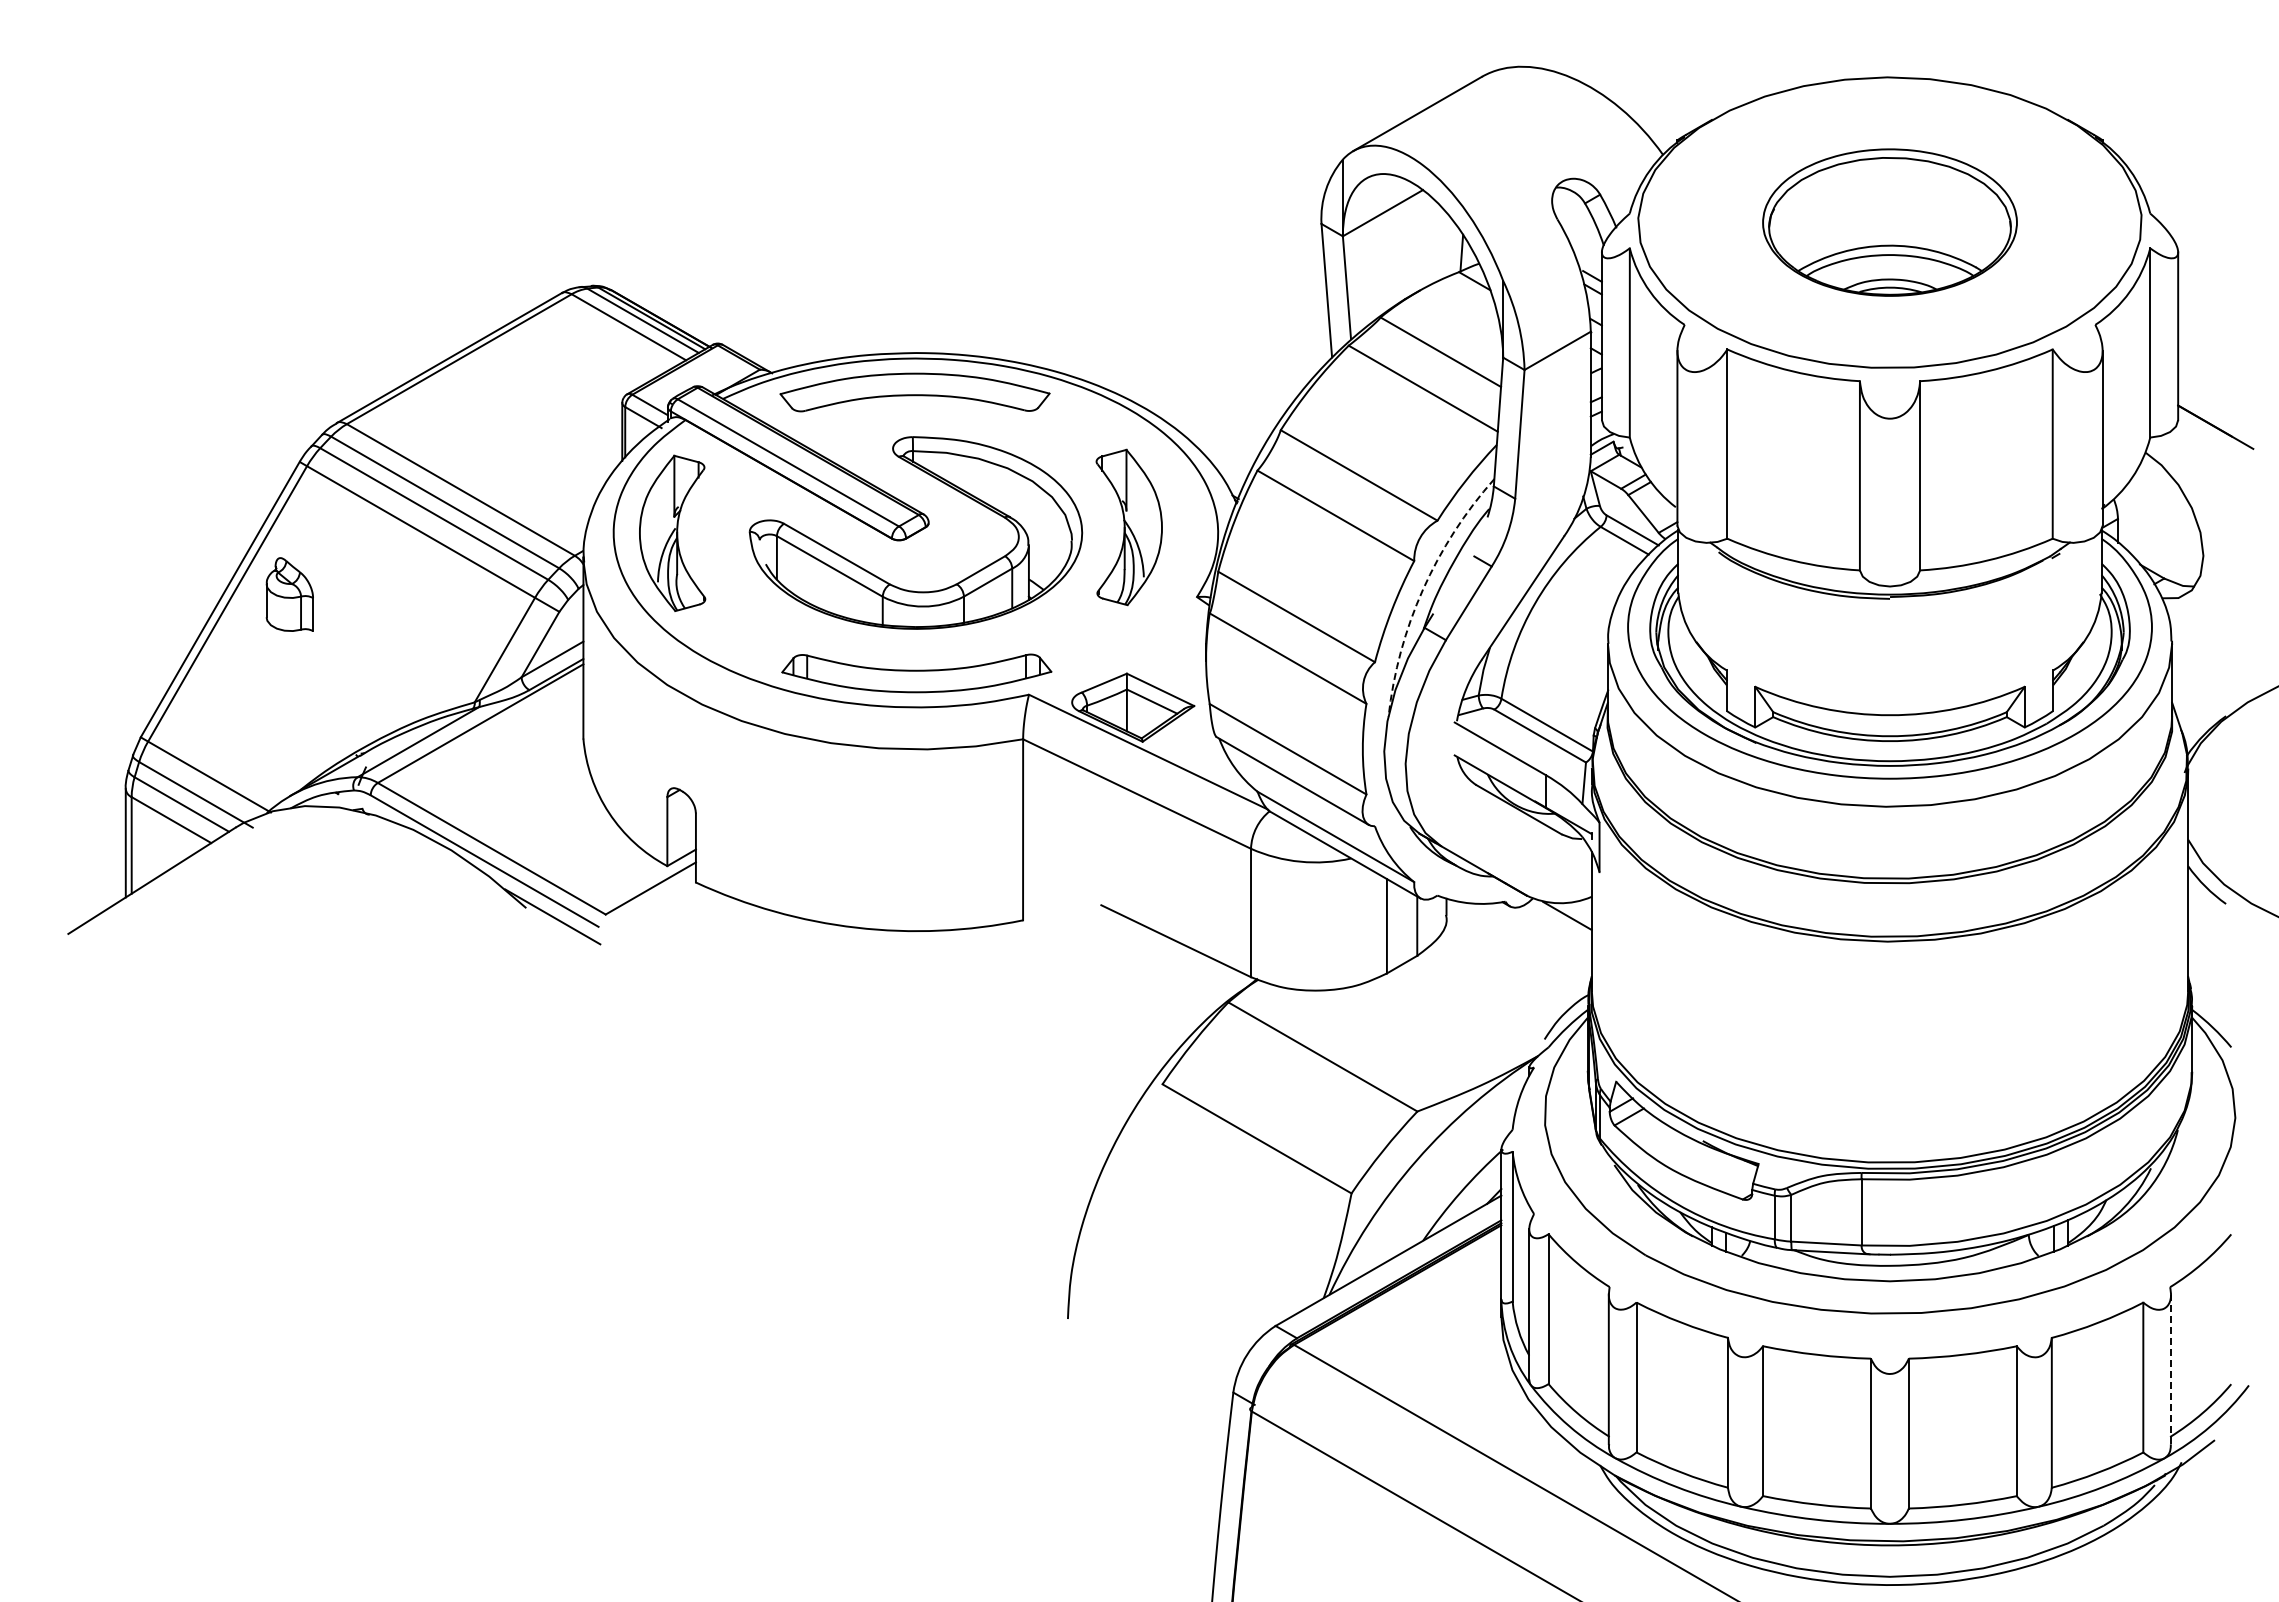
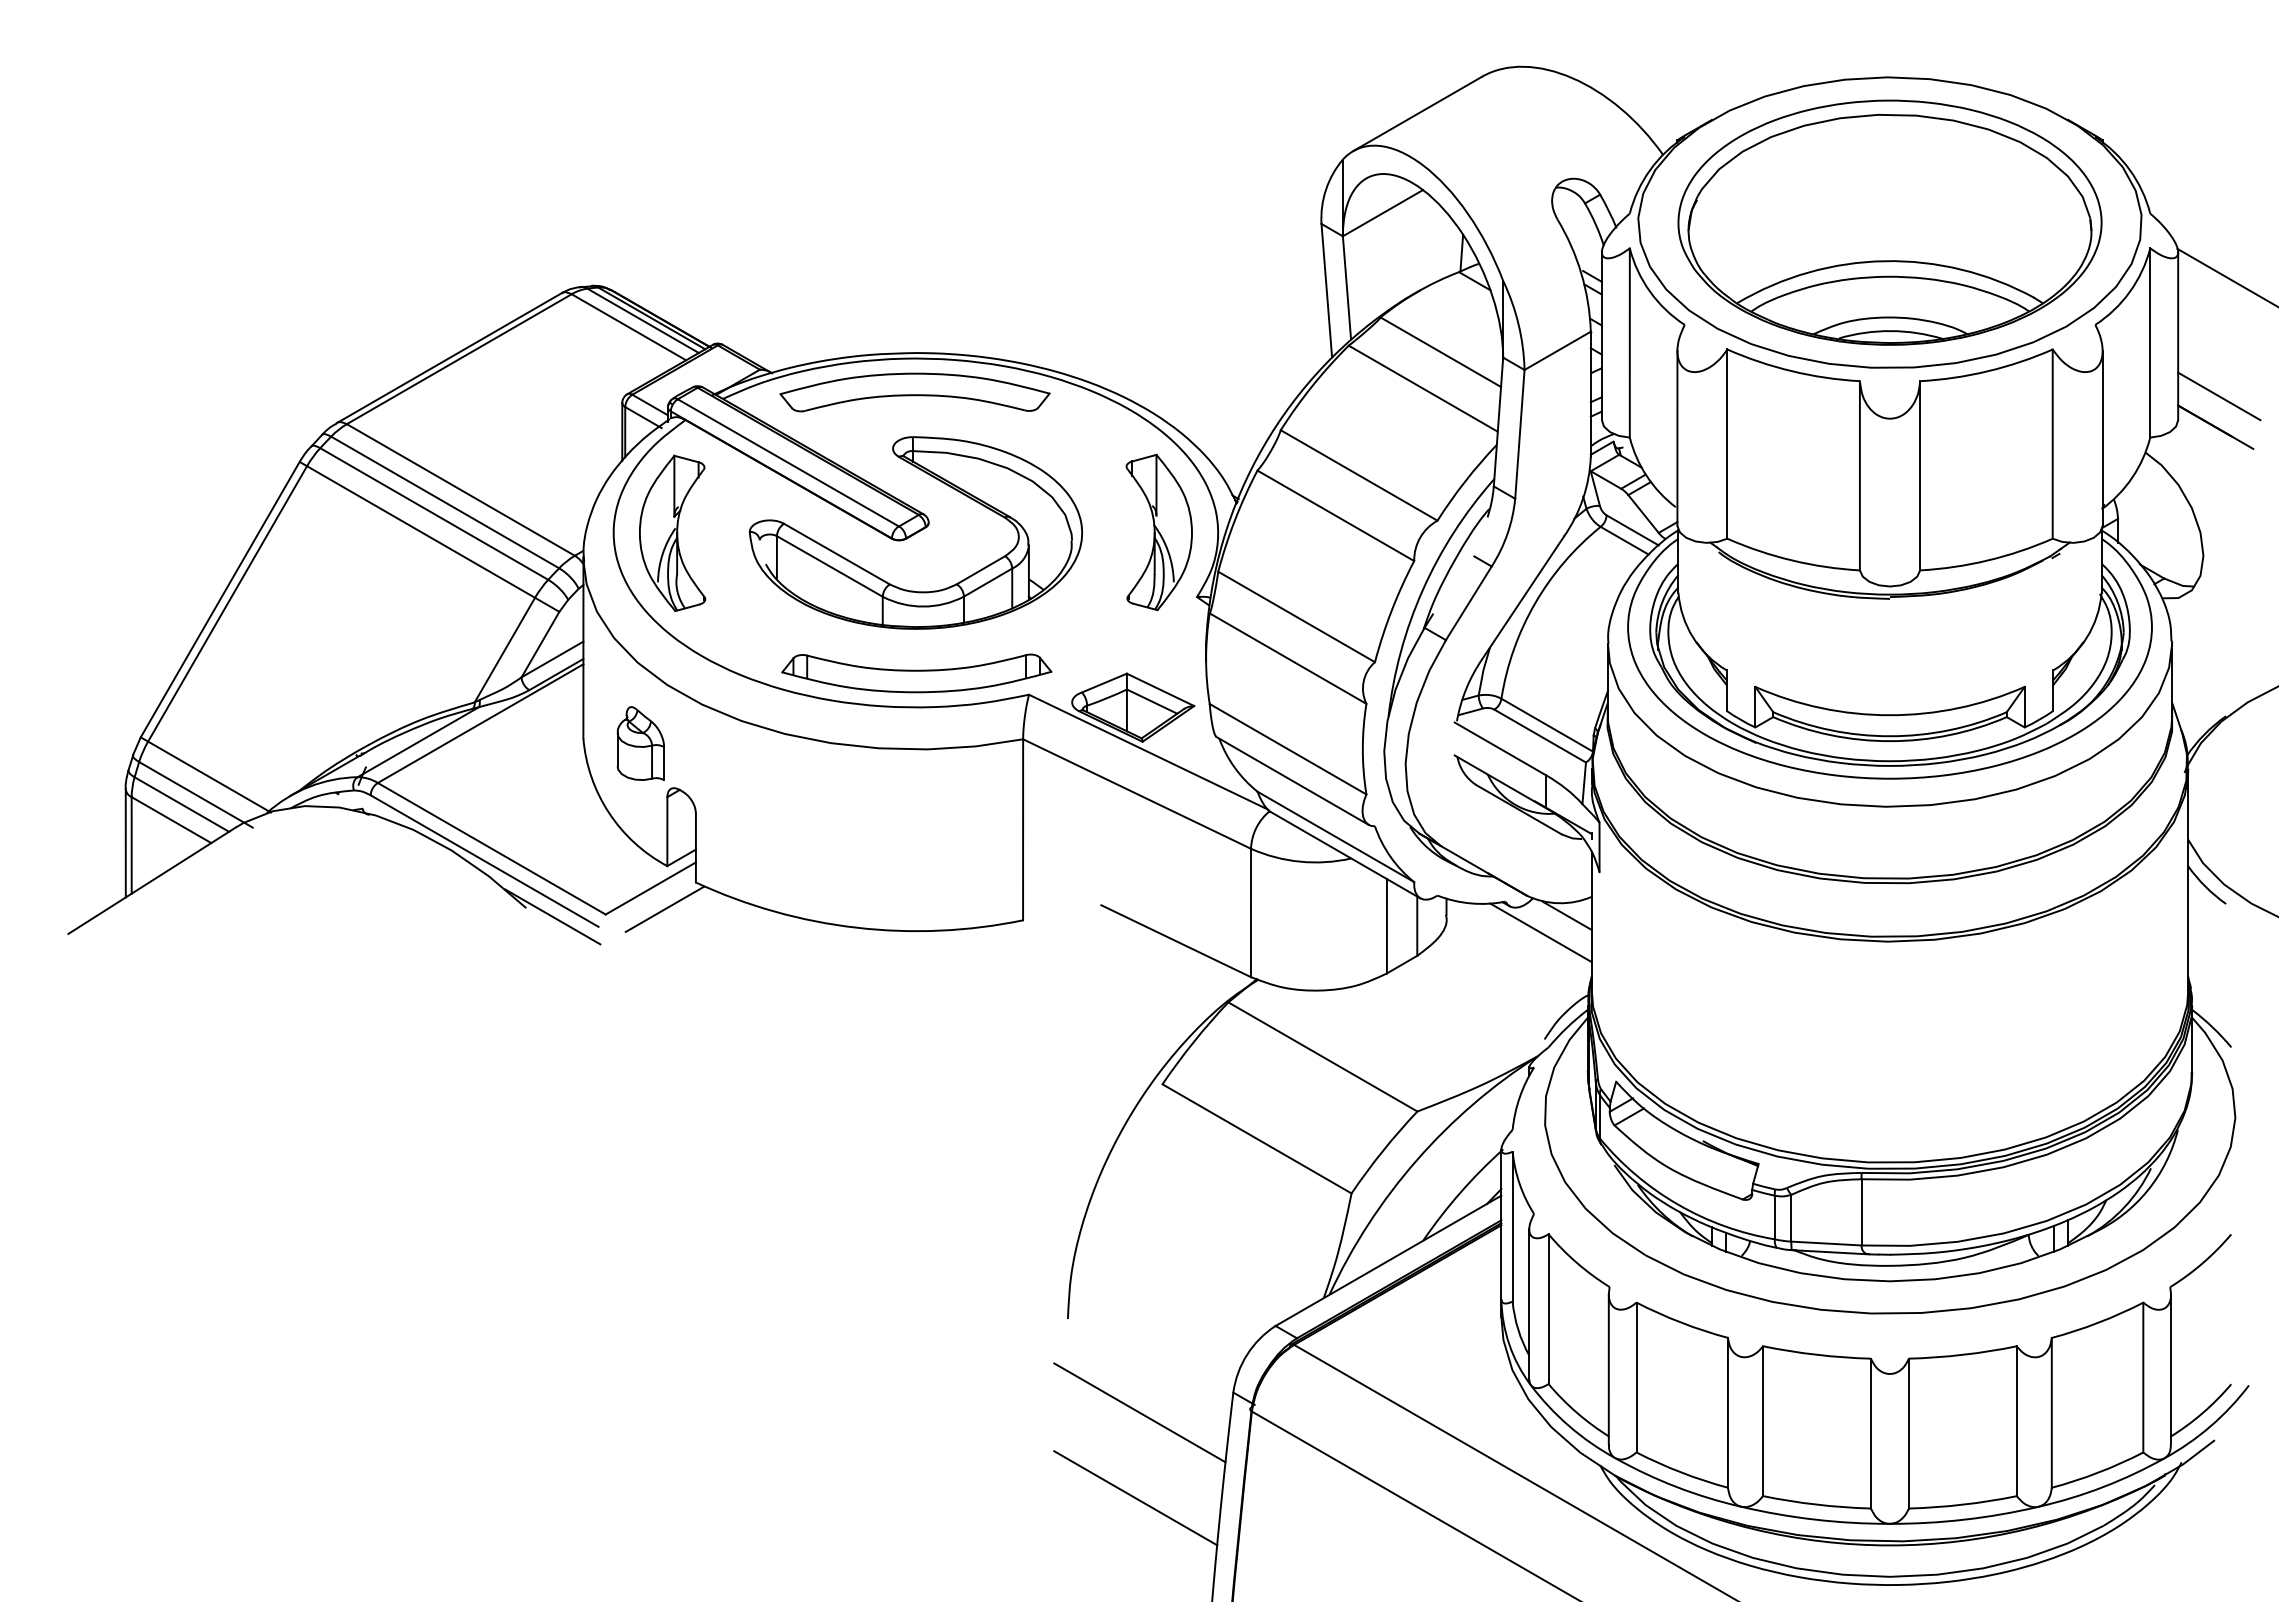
part at (1889, 222) size: 256x149 px -> 426x247 px
line at (2226, 276): none -> present
line at (2219, 396): none -> present
part at (1128, 527) position: (1128, 527) -> (1158, 532)
arc at (1422, 589): dashed -> solid
part at (289, 594) position: (289, 594) -> (640, 743)
line at (664, 908): none -> present
line at (1540, 932): none -> present
line at (2171, 1369): dashed -> solid
line at (1139, 1412): none -> present
line at (1135, 1498): none -> present
